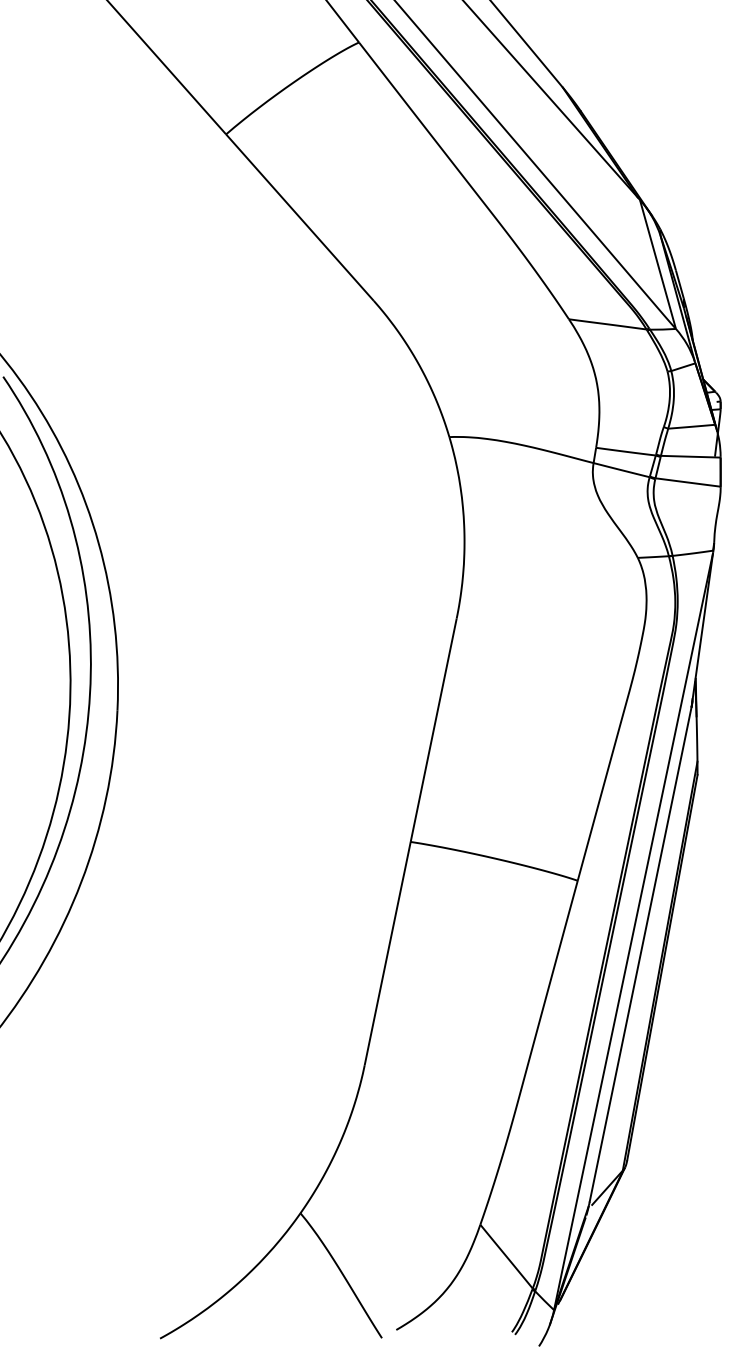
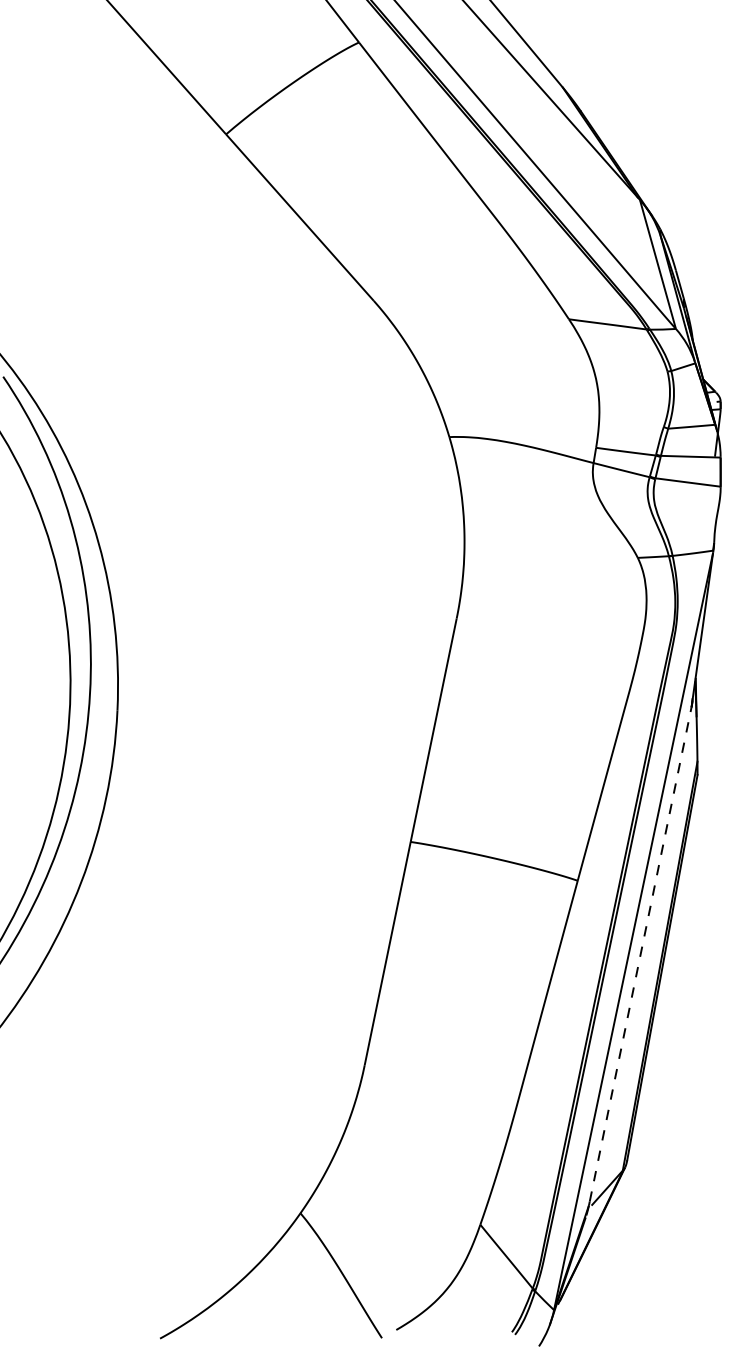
line at (640, 954): solid -> dashed
